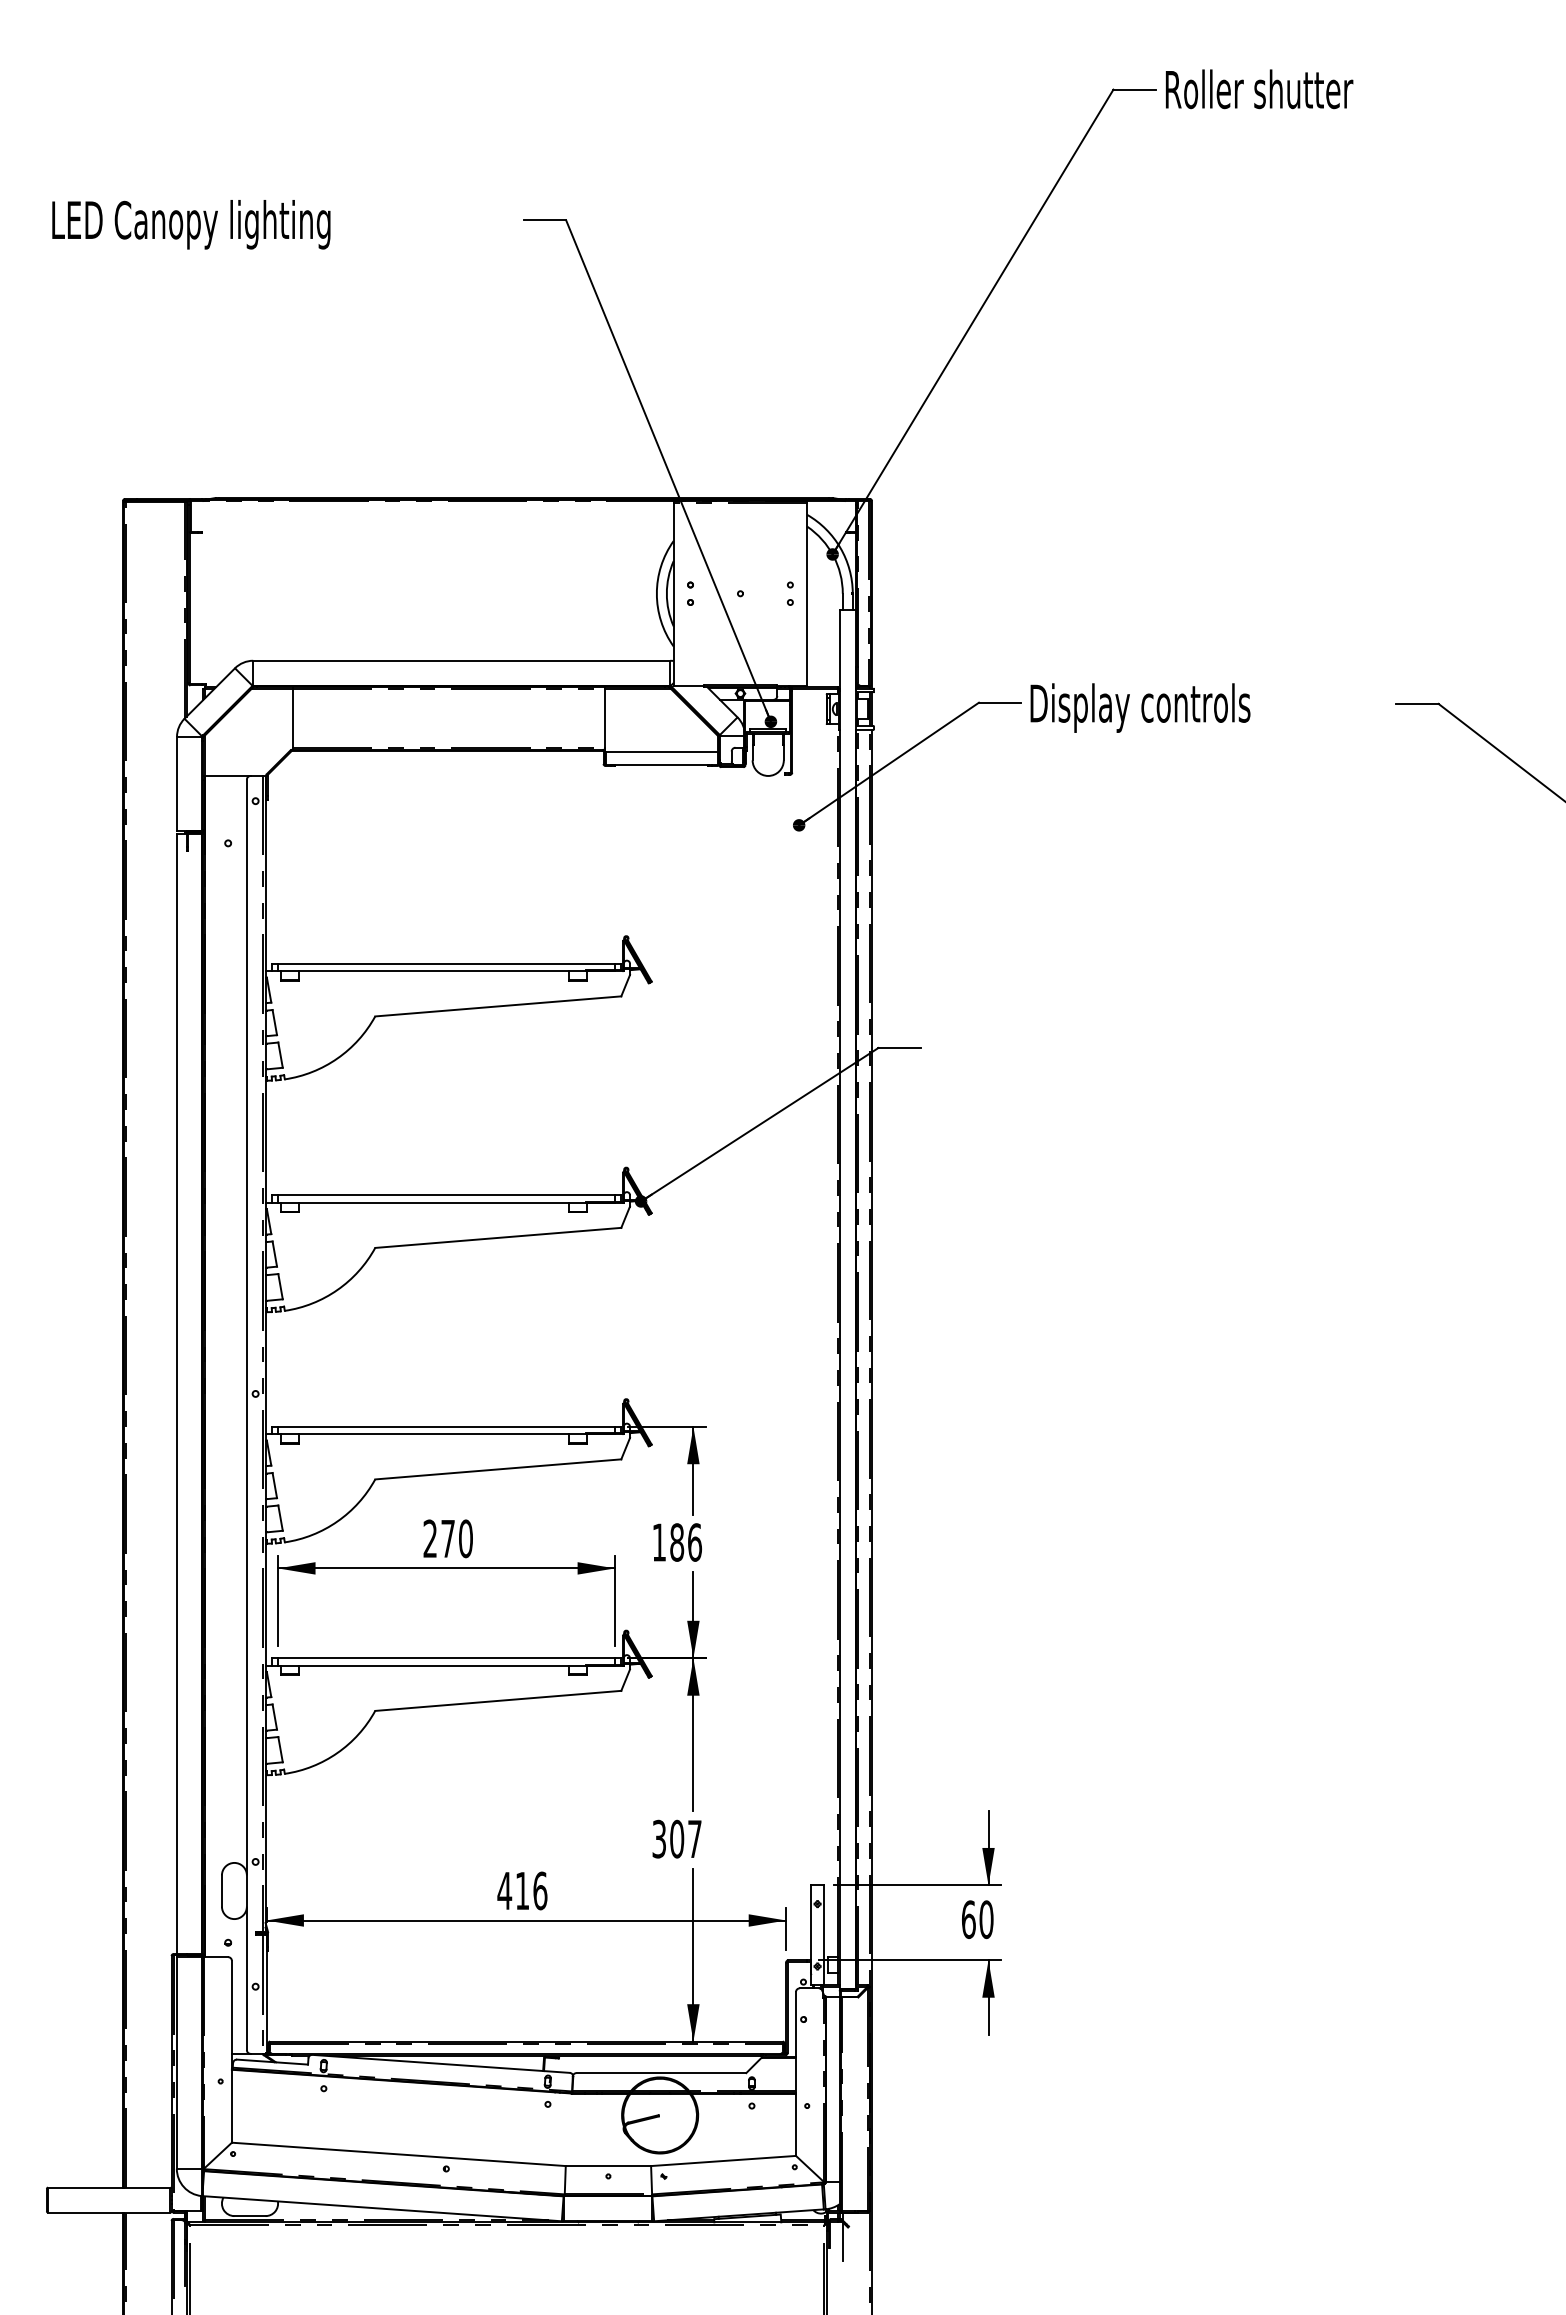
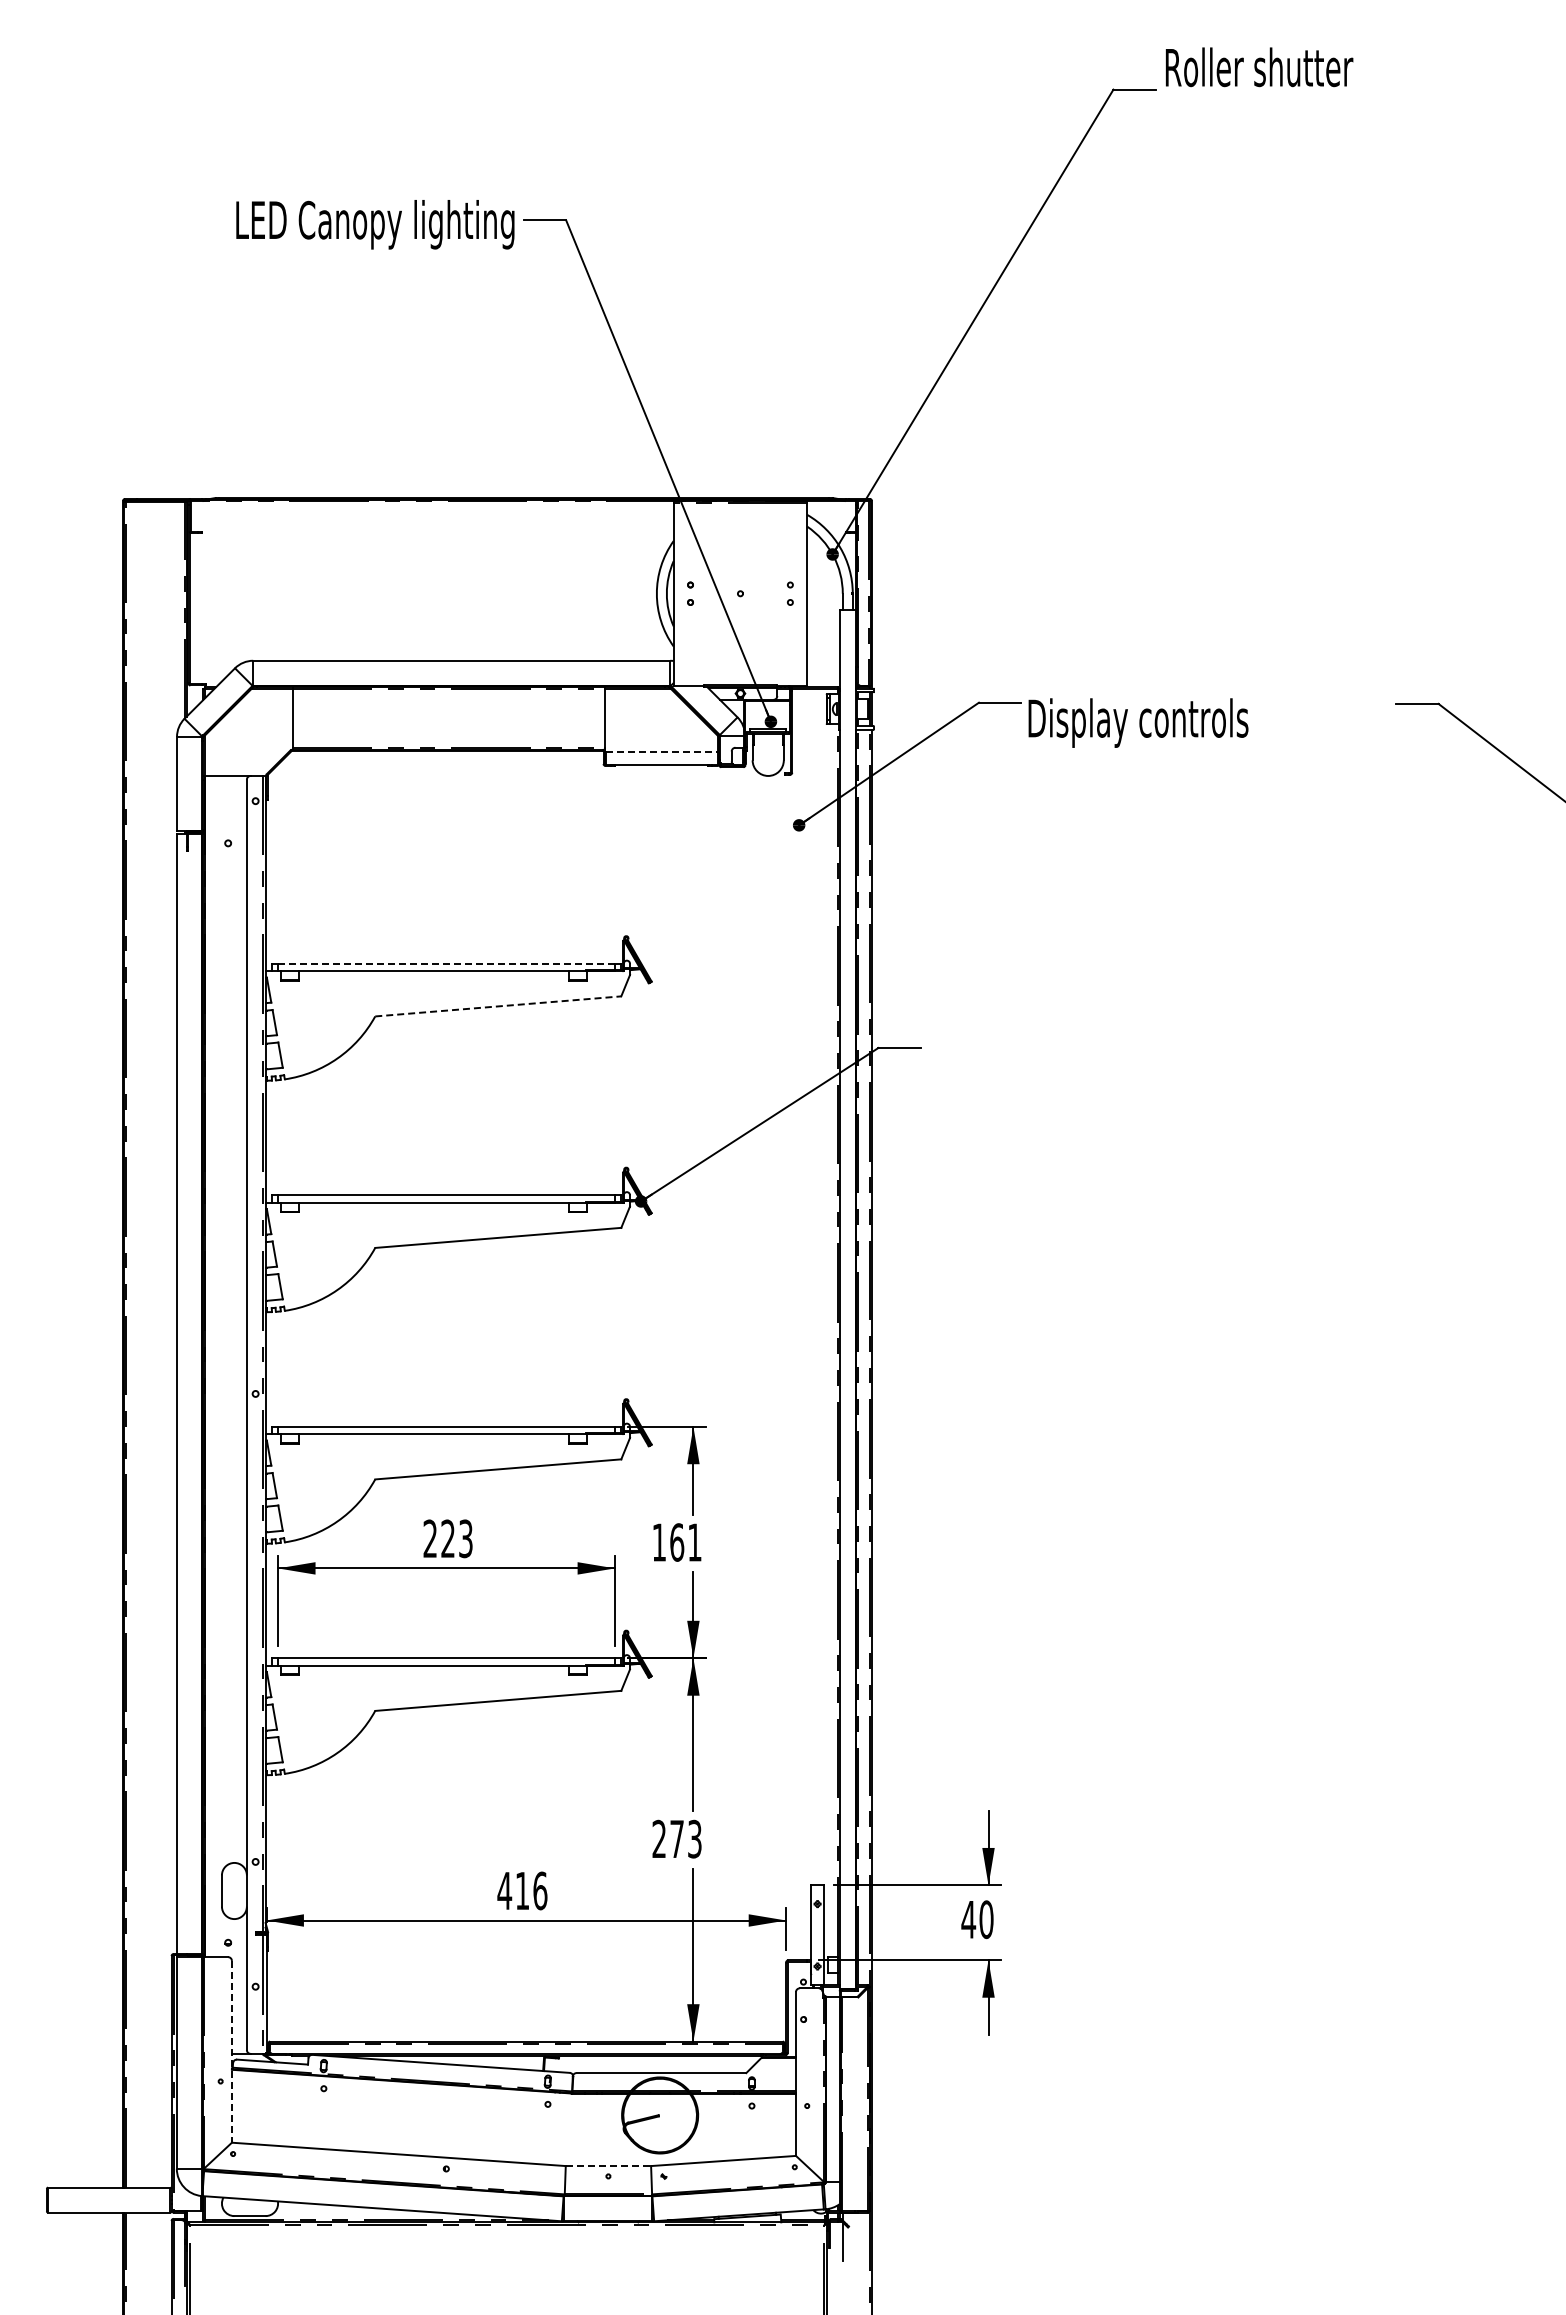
text at (1259, 89) position: (1259, 89) -> (1259, 67)
text at (191, 224) position: (191, 224) -> (375, 224)
text at (1140, 707) position: (1140, 707) -> (1138, 722)
line at (662, 752): solid -> dashed
line at (447, 963): solid -> dashed
line at (498, 1006): solid -> dashed
text at (456, 1538): 270 -> 223
text at (686, 1542): 186 -> 161
text at (676, 1838): 307 -> 273
text at (968, 1919): 60 -> 40
line at (231, 2051): solid -> dashed
line at (608, 2166): solid -> dashed
